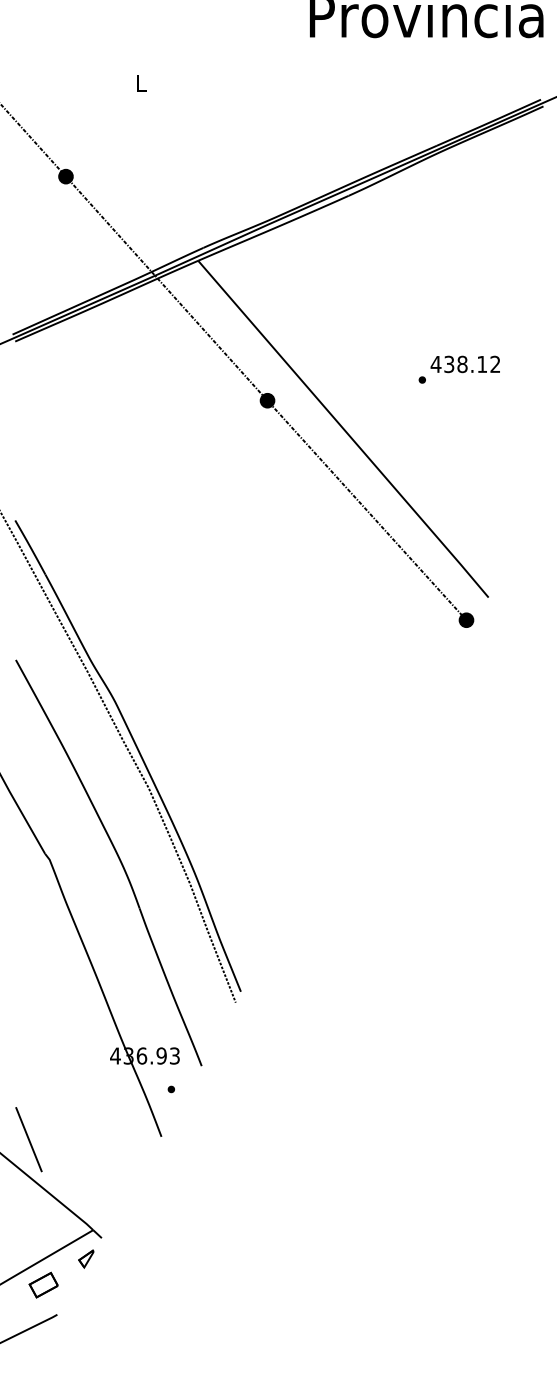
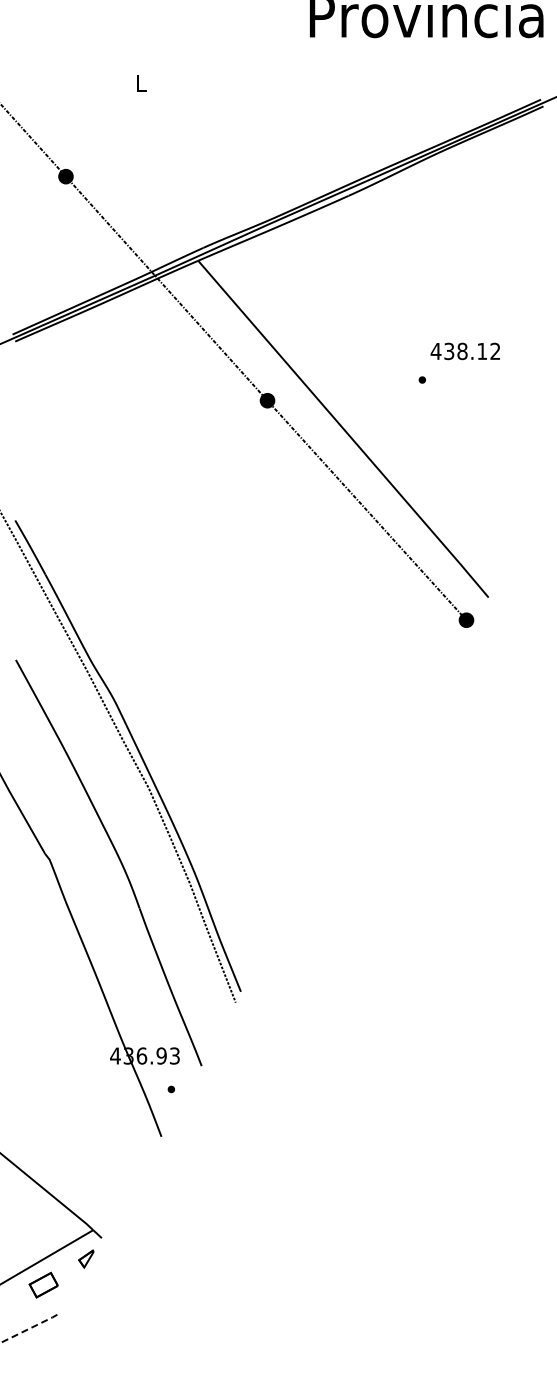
text at (464, 364) position: (464, 364) -> (464, 351)
line at (28, 1139): present -> none
line at (29, 1328): solid -> dashed
